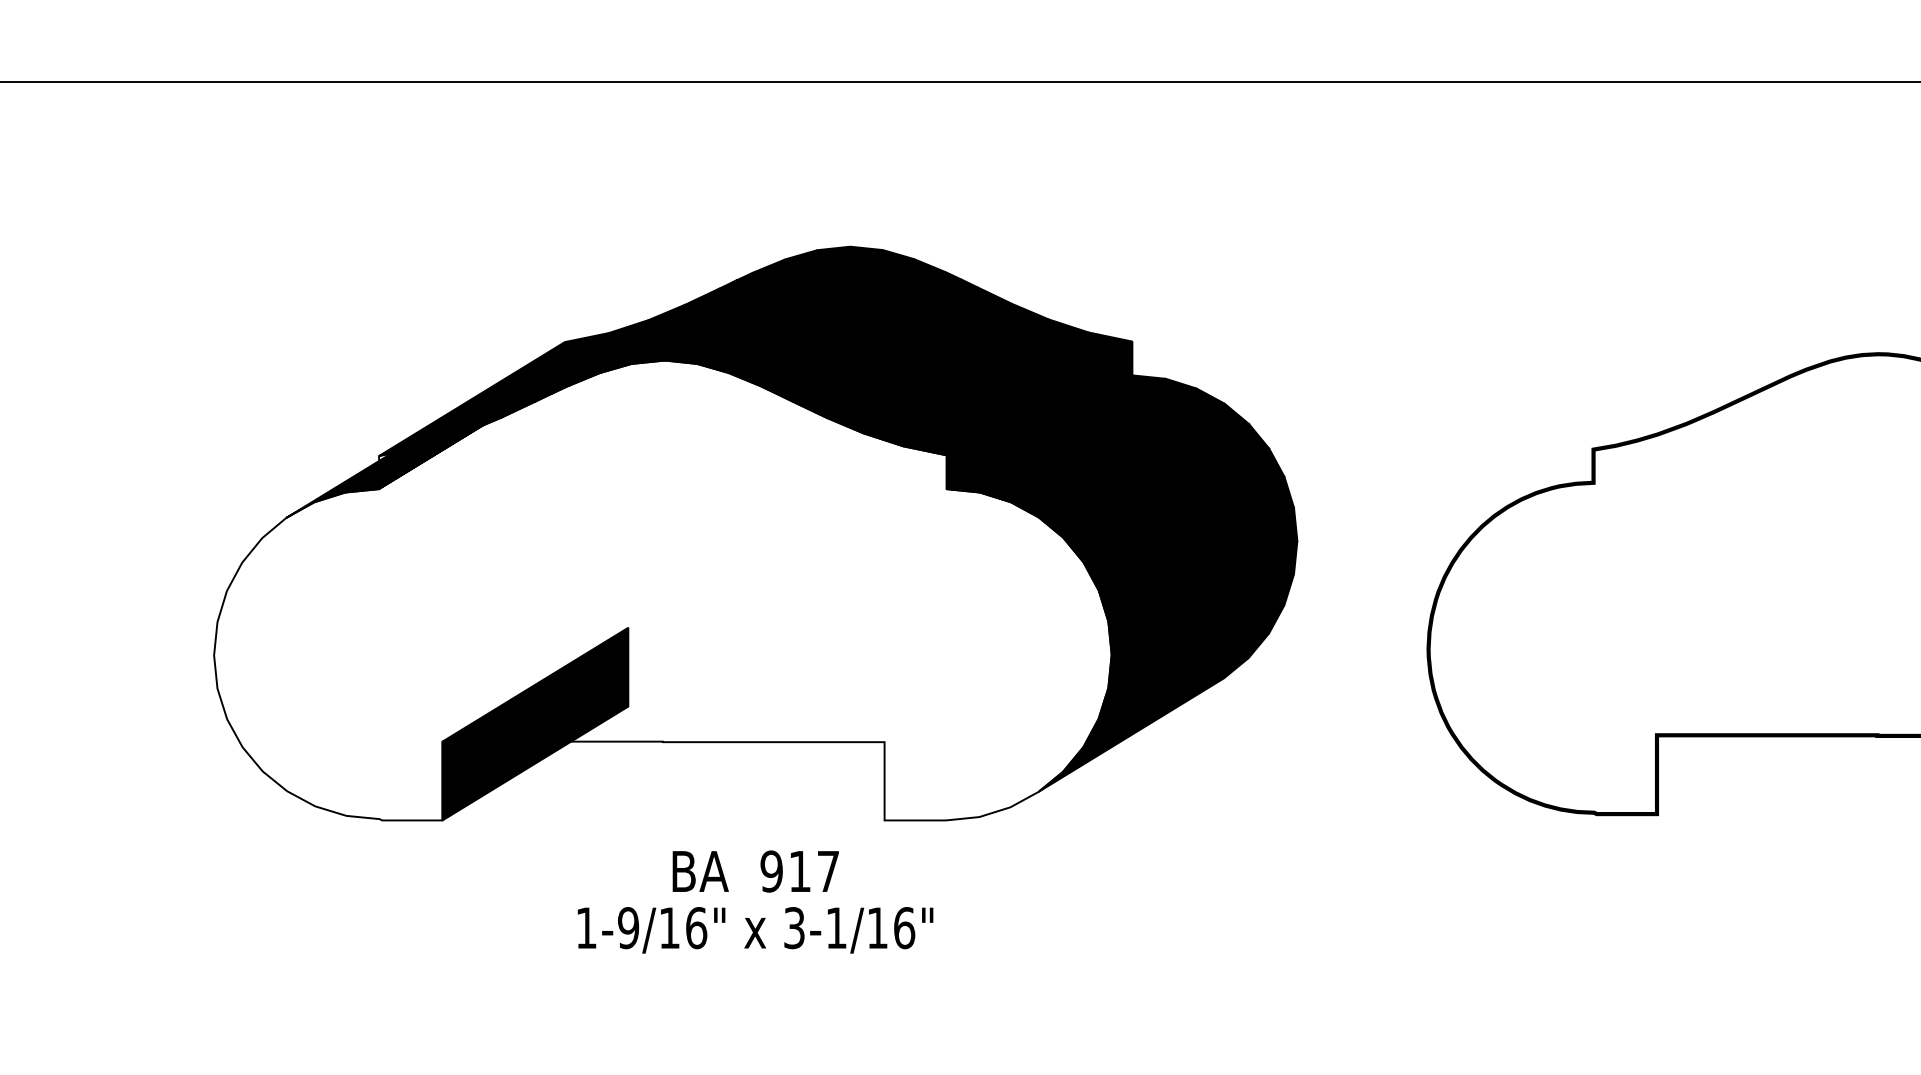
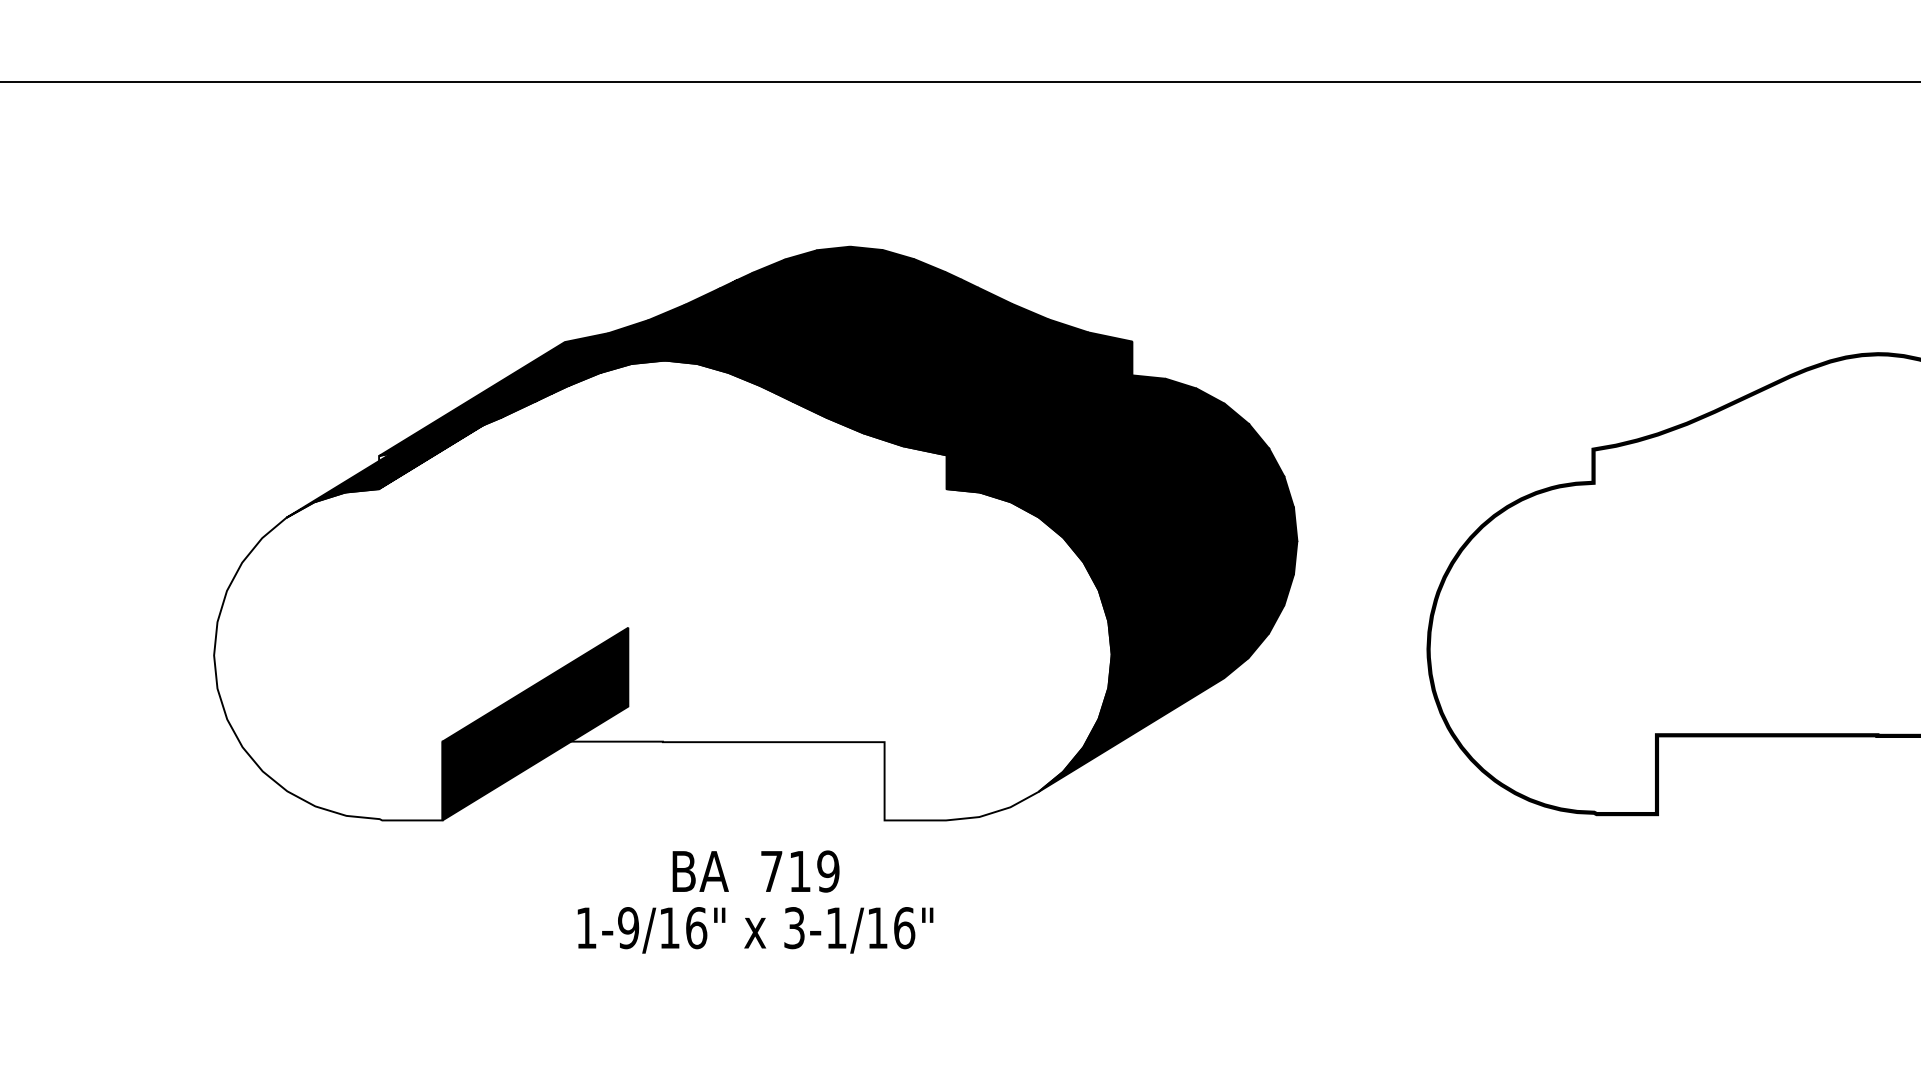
text at (799, 871): 917 -> 719
